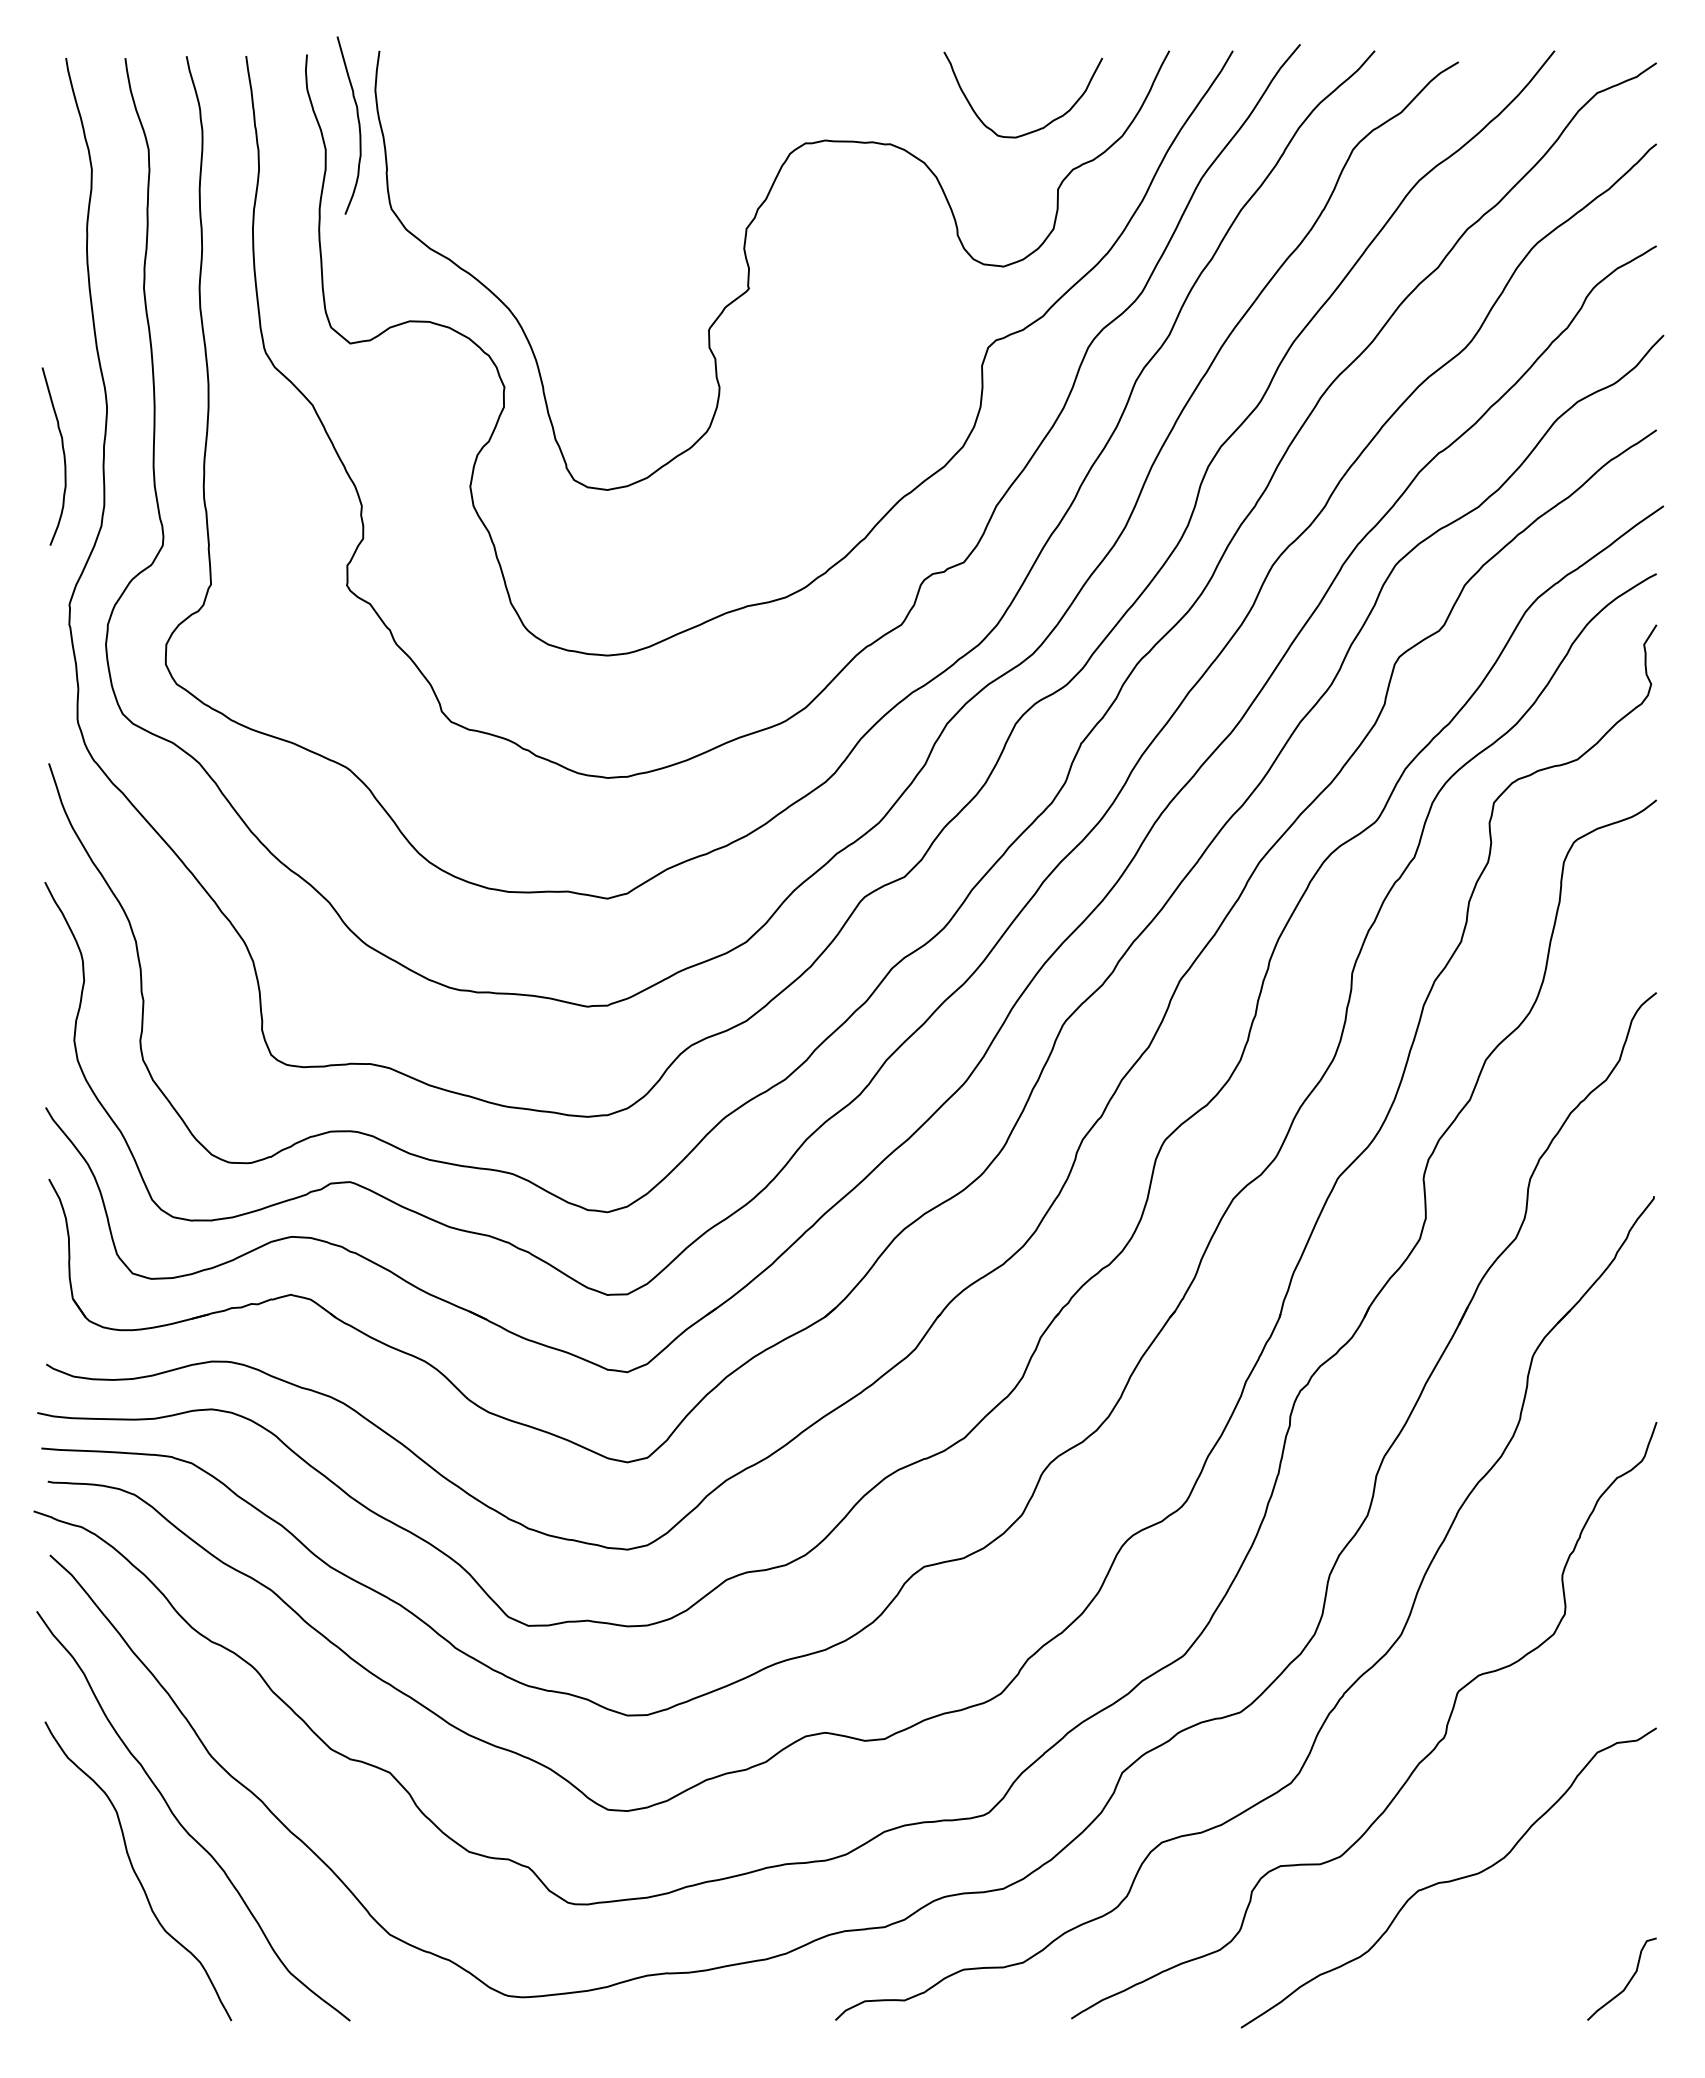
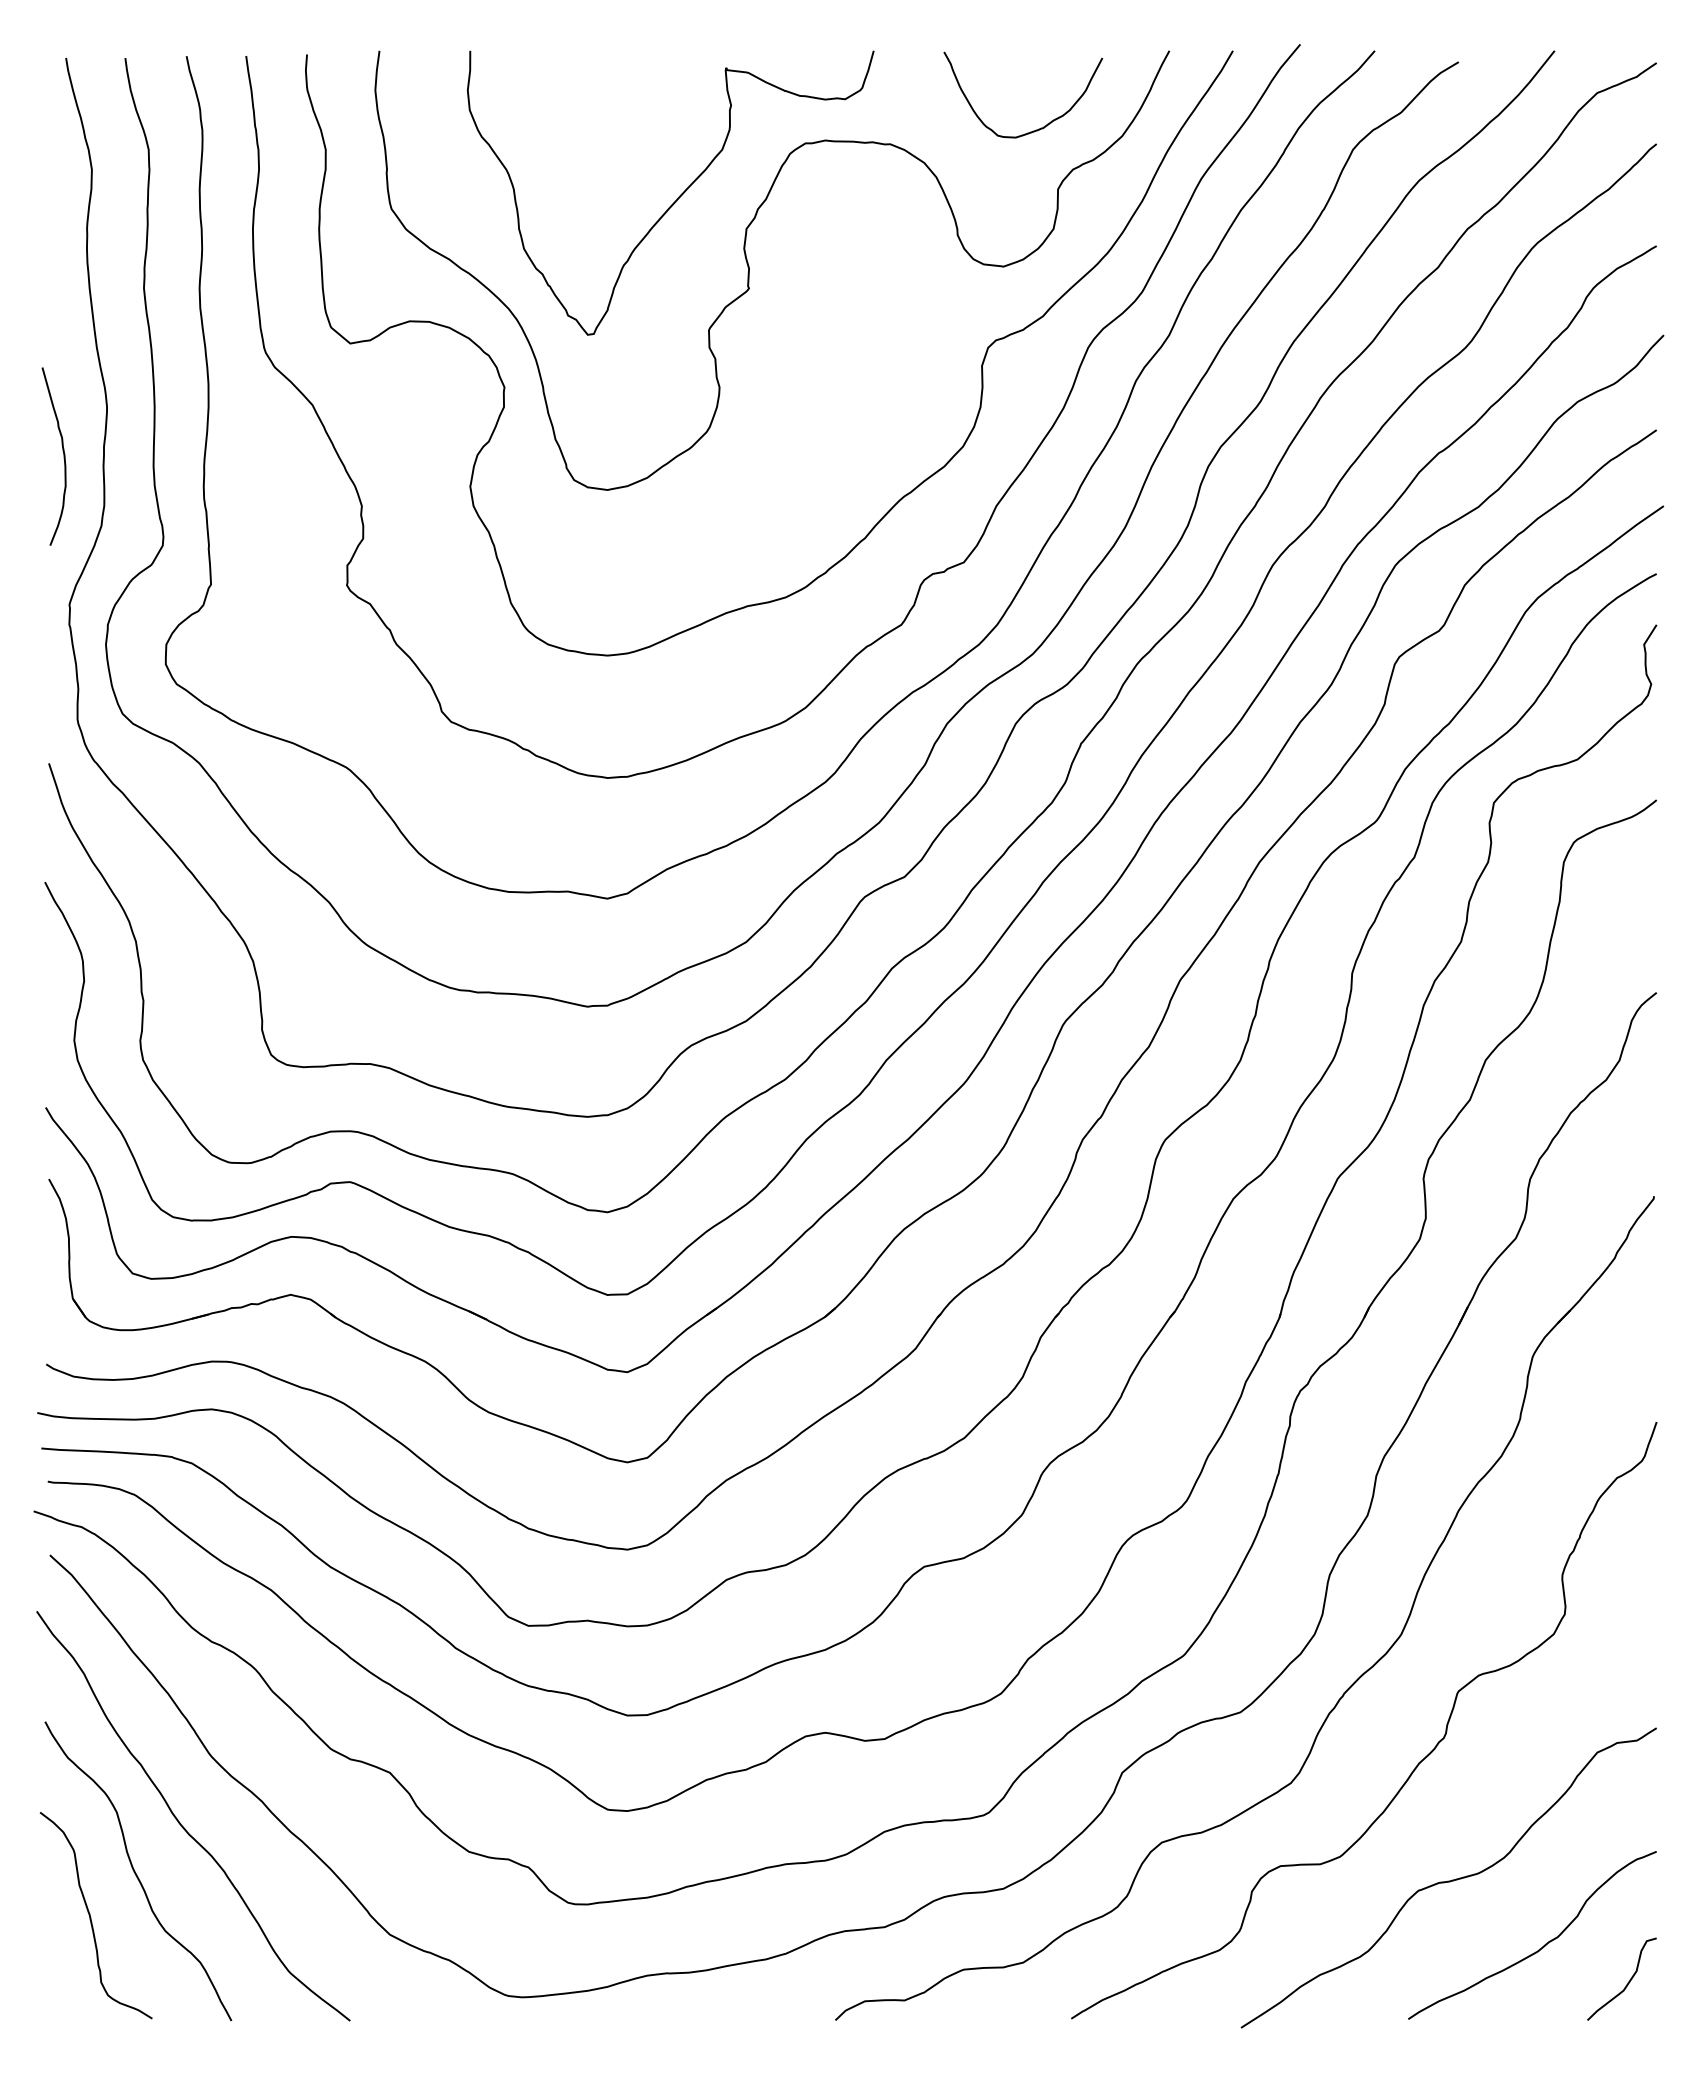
curve at (358, 125): present -> none
curve at (678, 196): none -> present
curve at (91, 1917): none -> present
curve at (1539, 1948): none -> present
